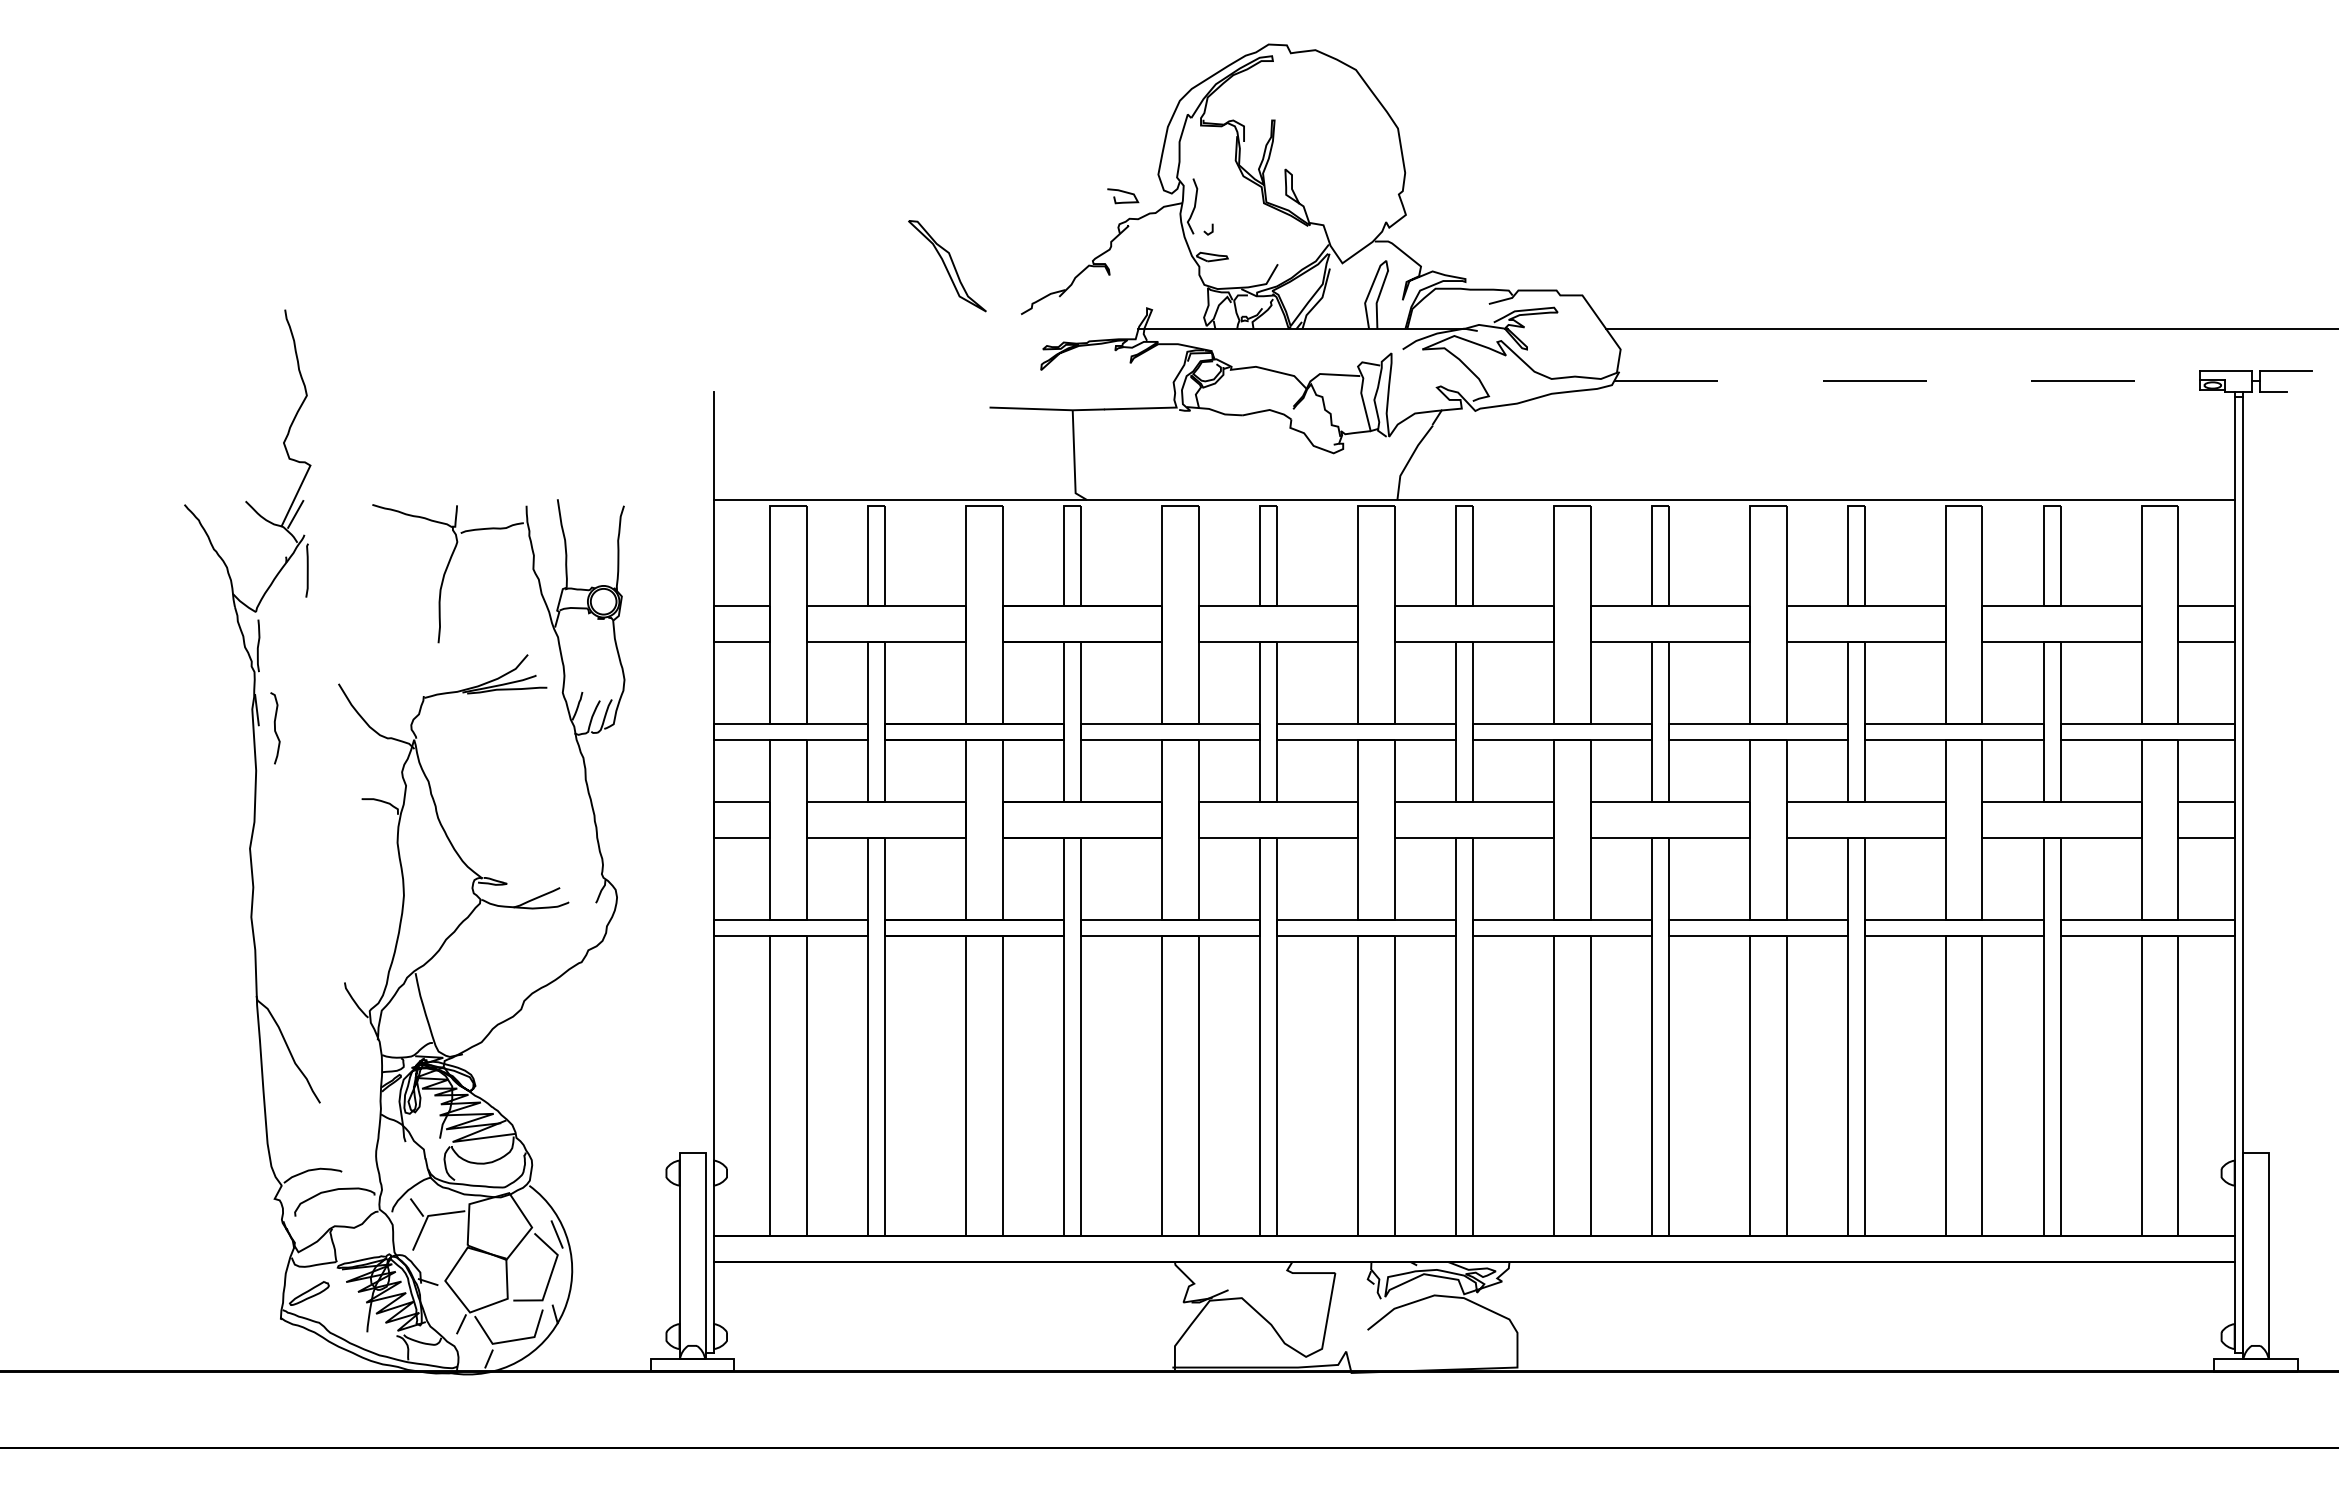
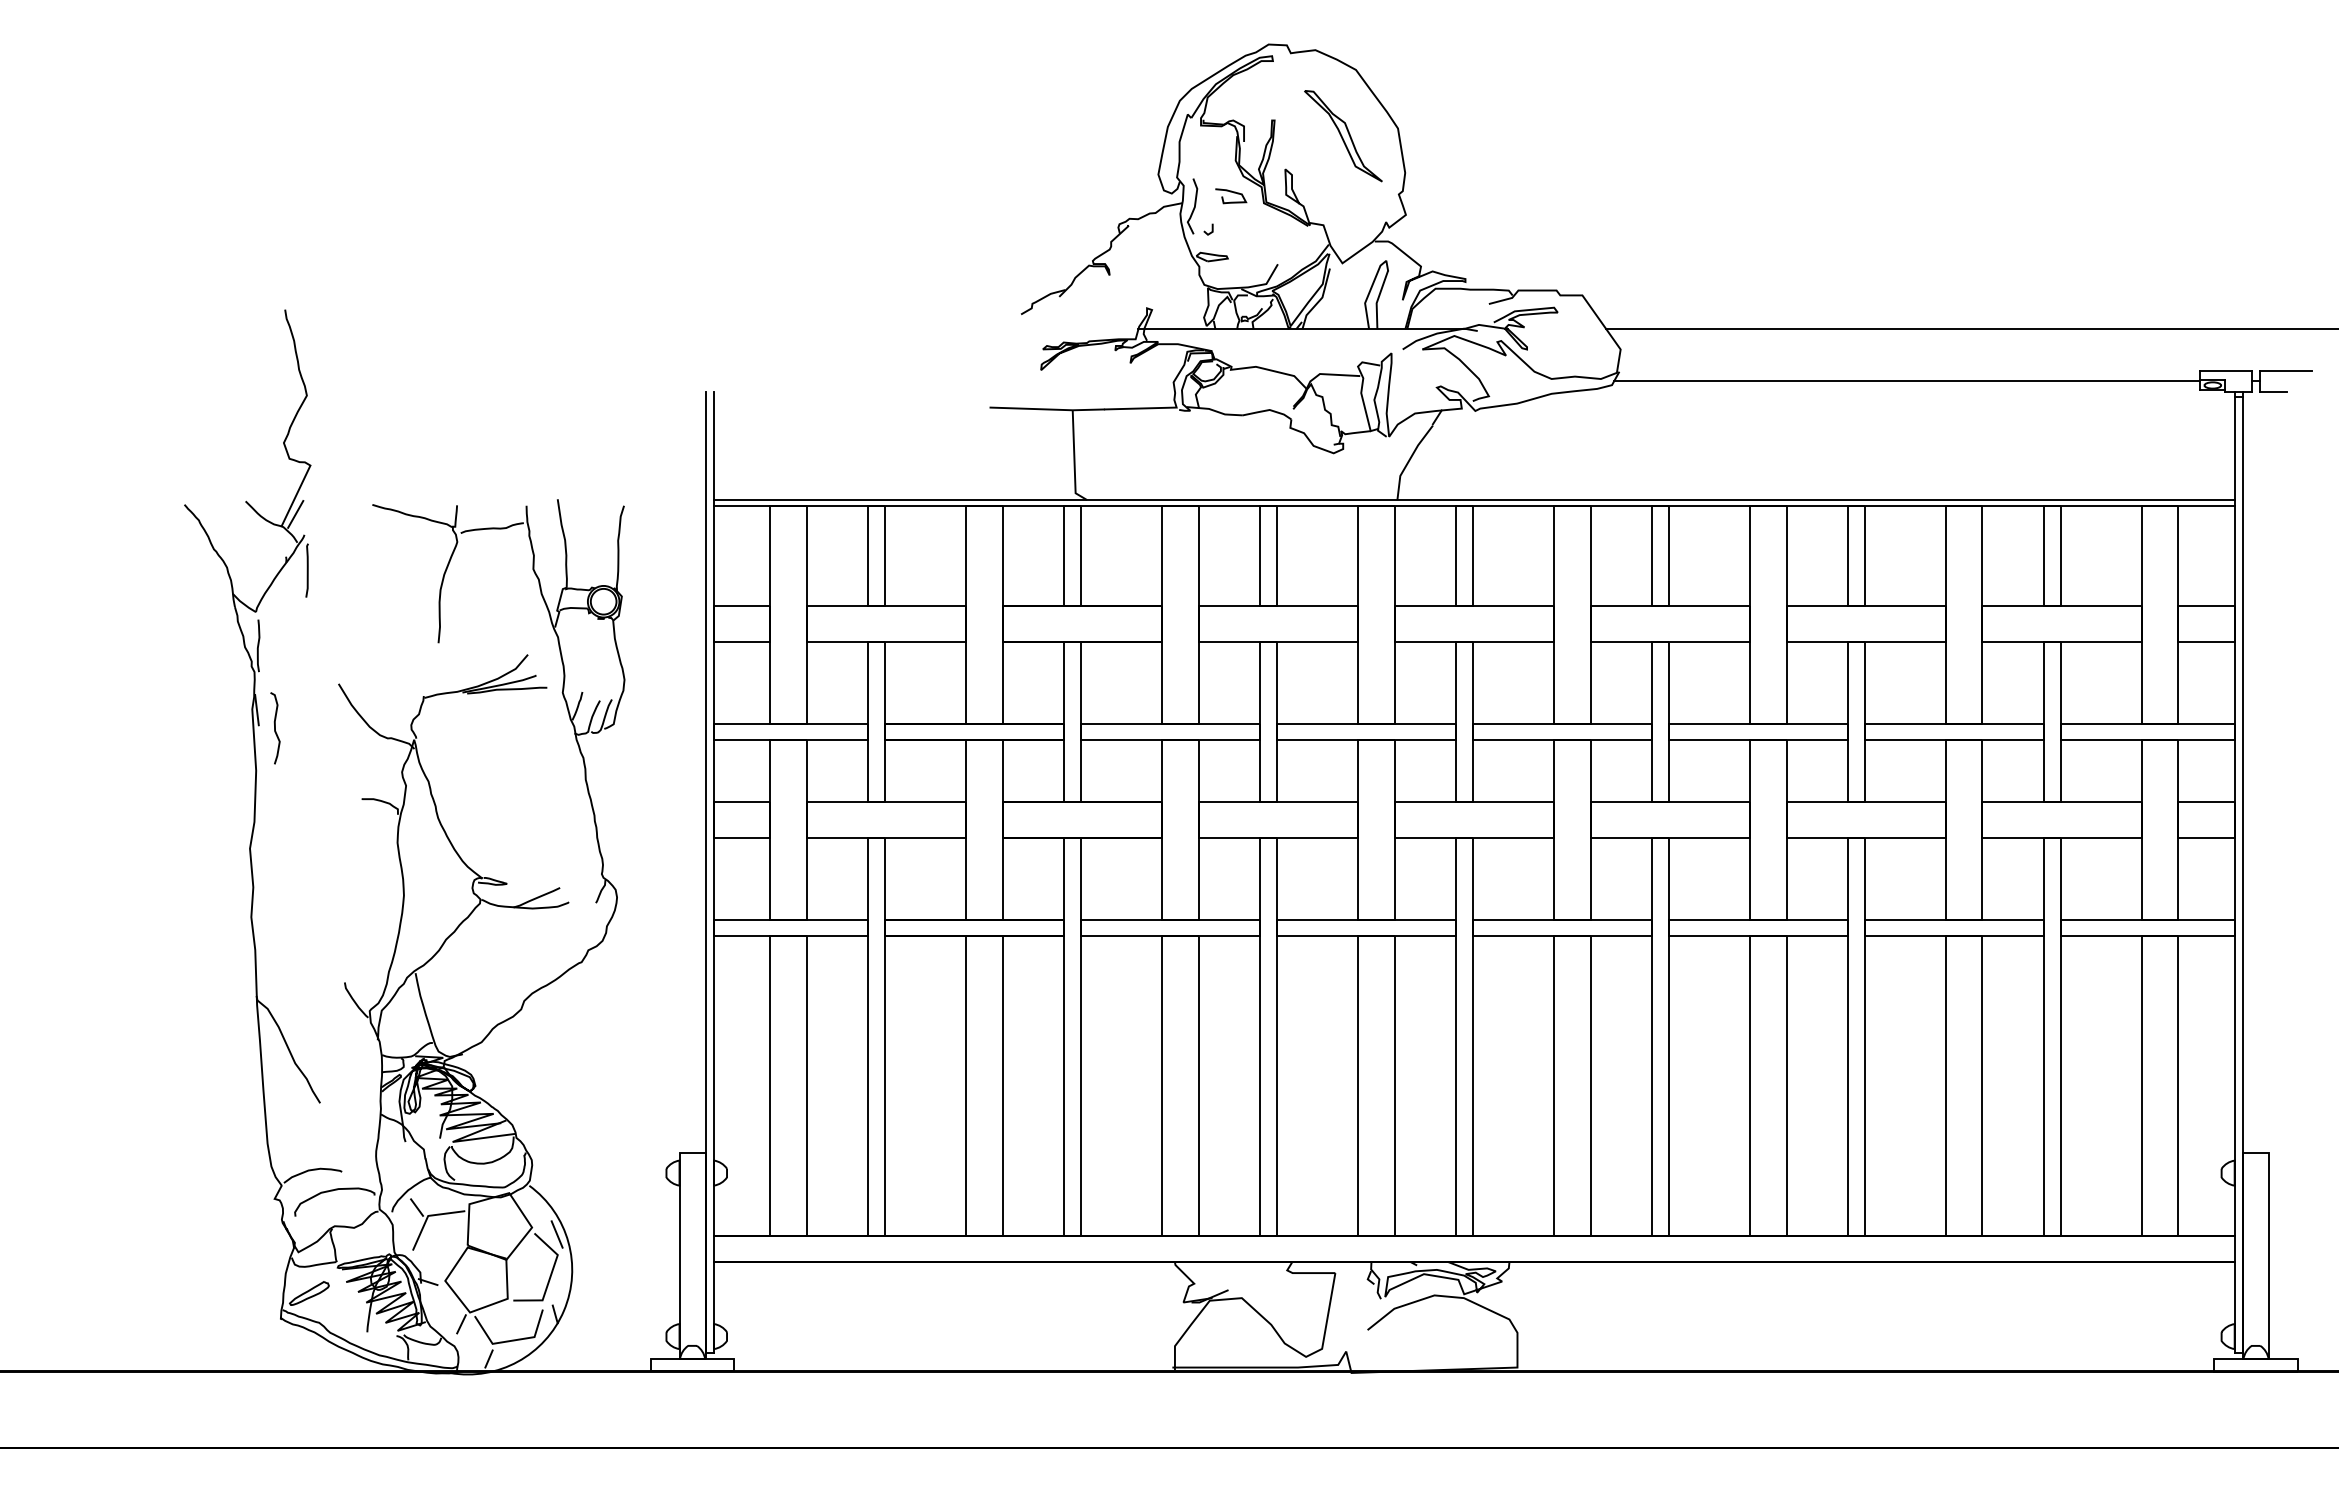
curve at (1125, 193) position: (1125, 193) -> (1233, 193)
curve at (946, 266) position: (946, 266) -> (1342, 136)
line at (1907, 381): dashed -> solid
line at (1473, 506): none -> present
line at (705, 871): none -> present
